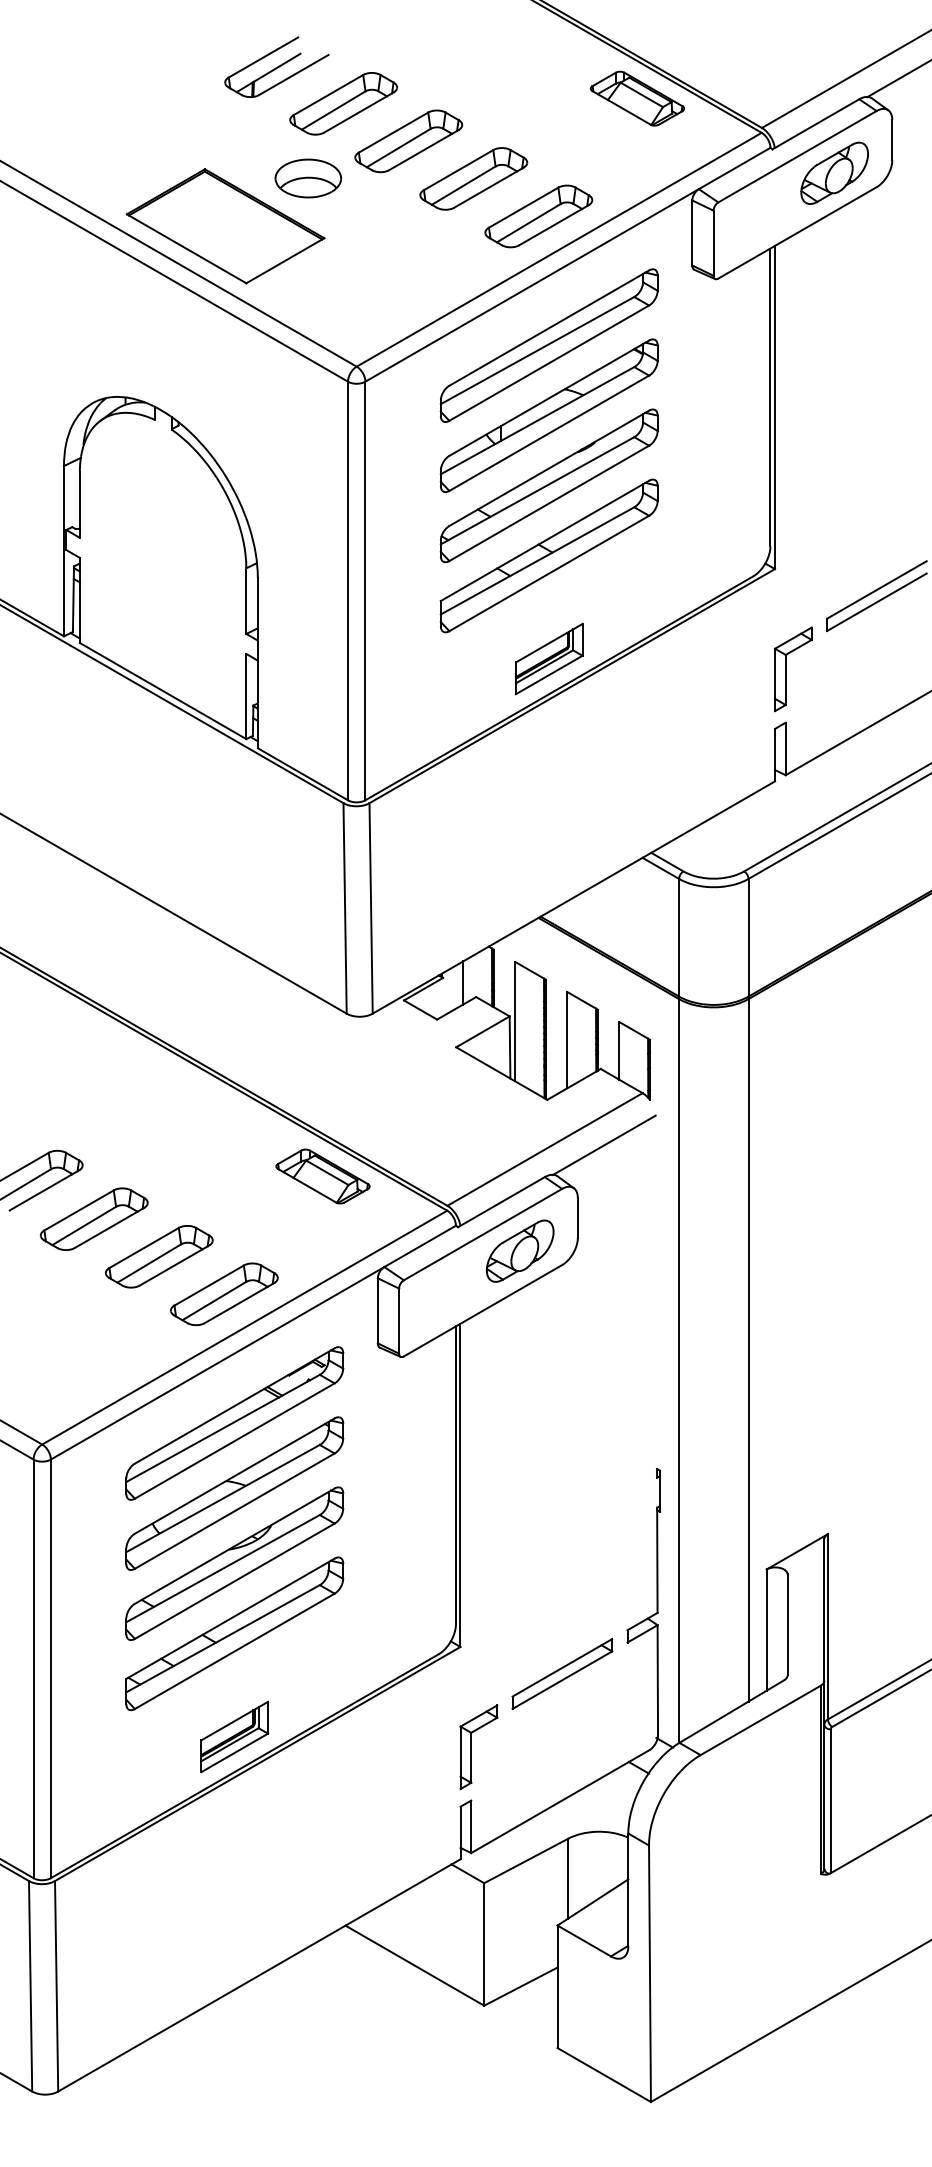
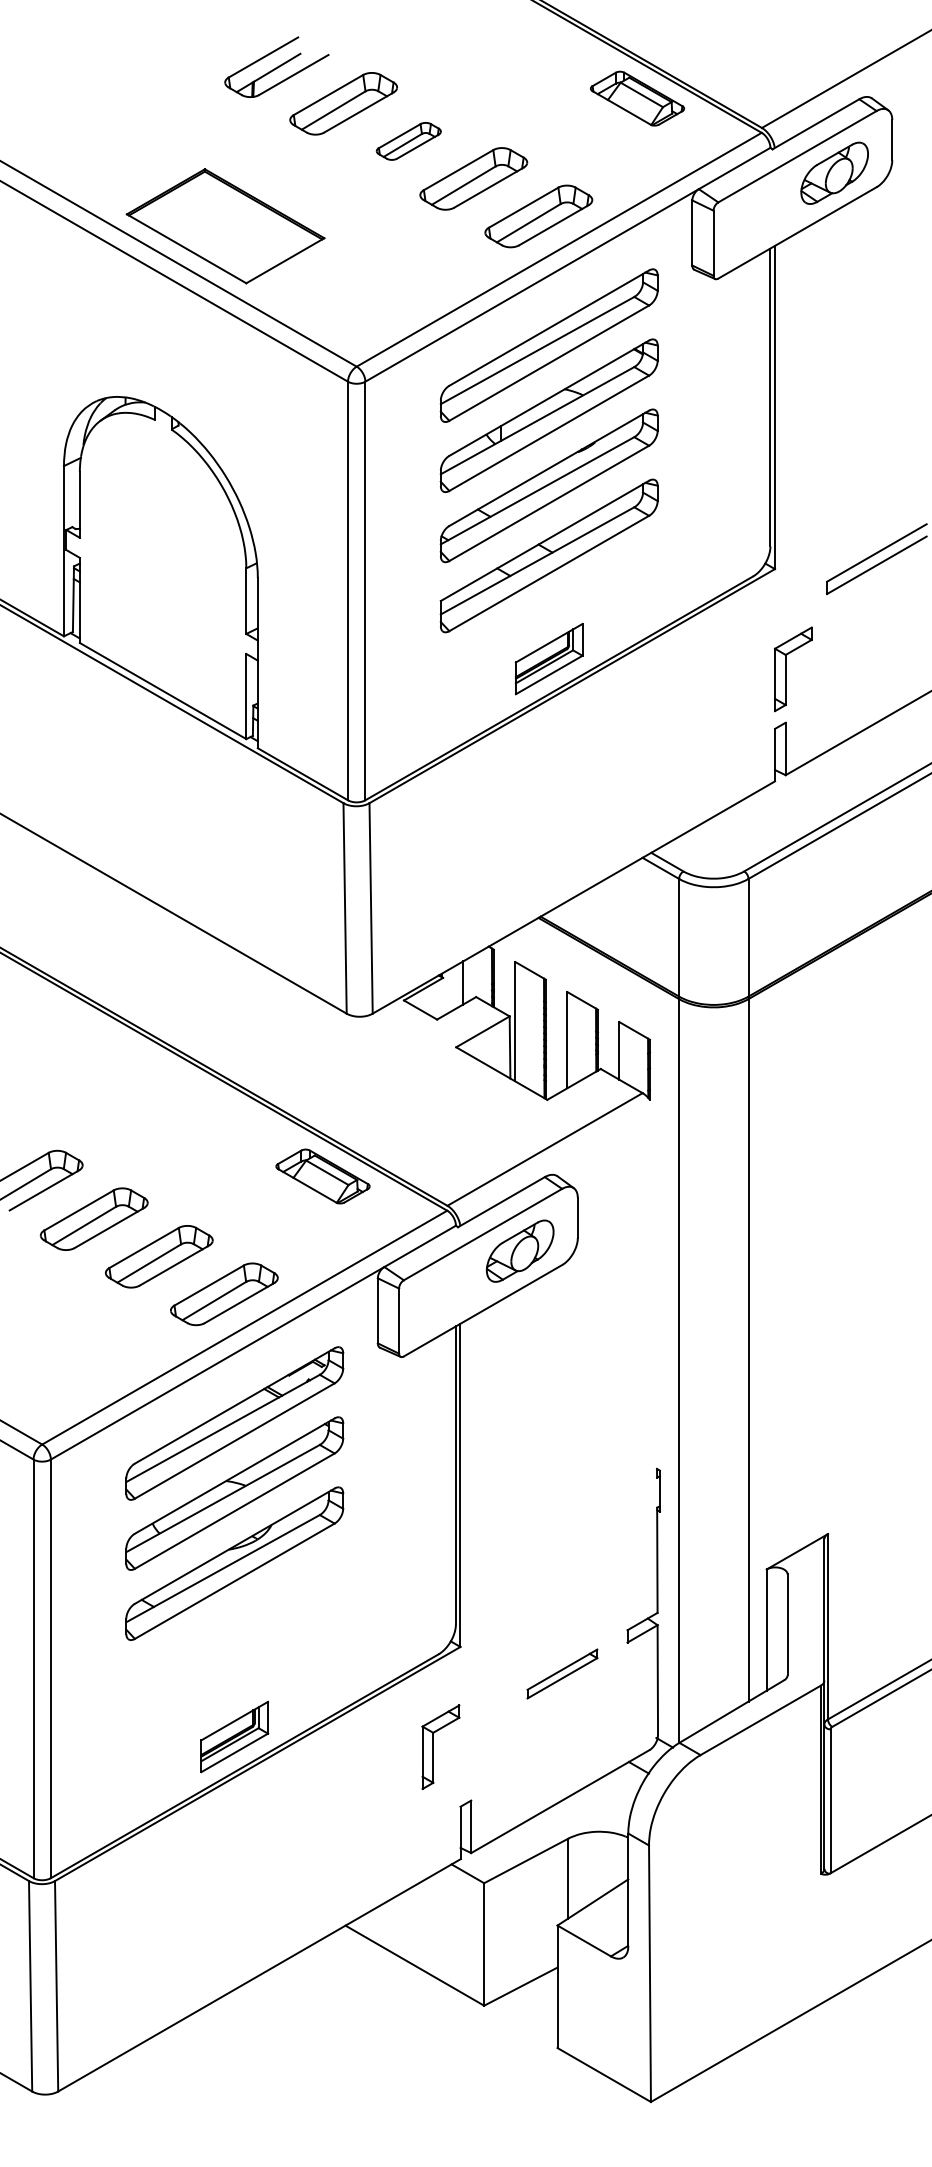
line at (897, 79): present -> none
part at (408, 141) size: 110x65 px -> 67x39 px
part at (308, 178): present -> none
part at (876, 595) position: (876, 595) -> (876, 558)
line at (603, 1145): present -> none
part at (234, 1633): present -> none
part at (562, 1673) size: 103x72 px -> 73x52 px
part at (471, 1747) position: (471, 1747) -> (433, 1747)
